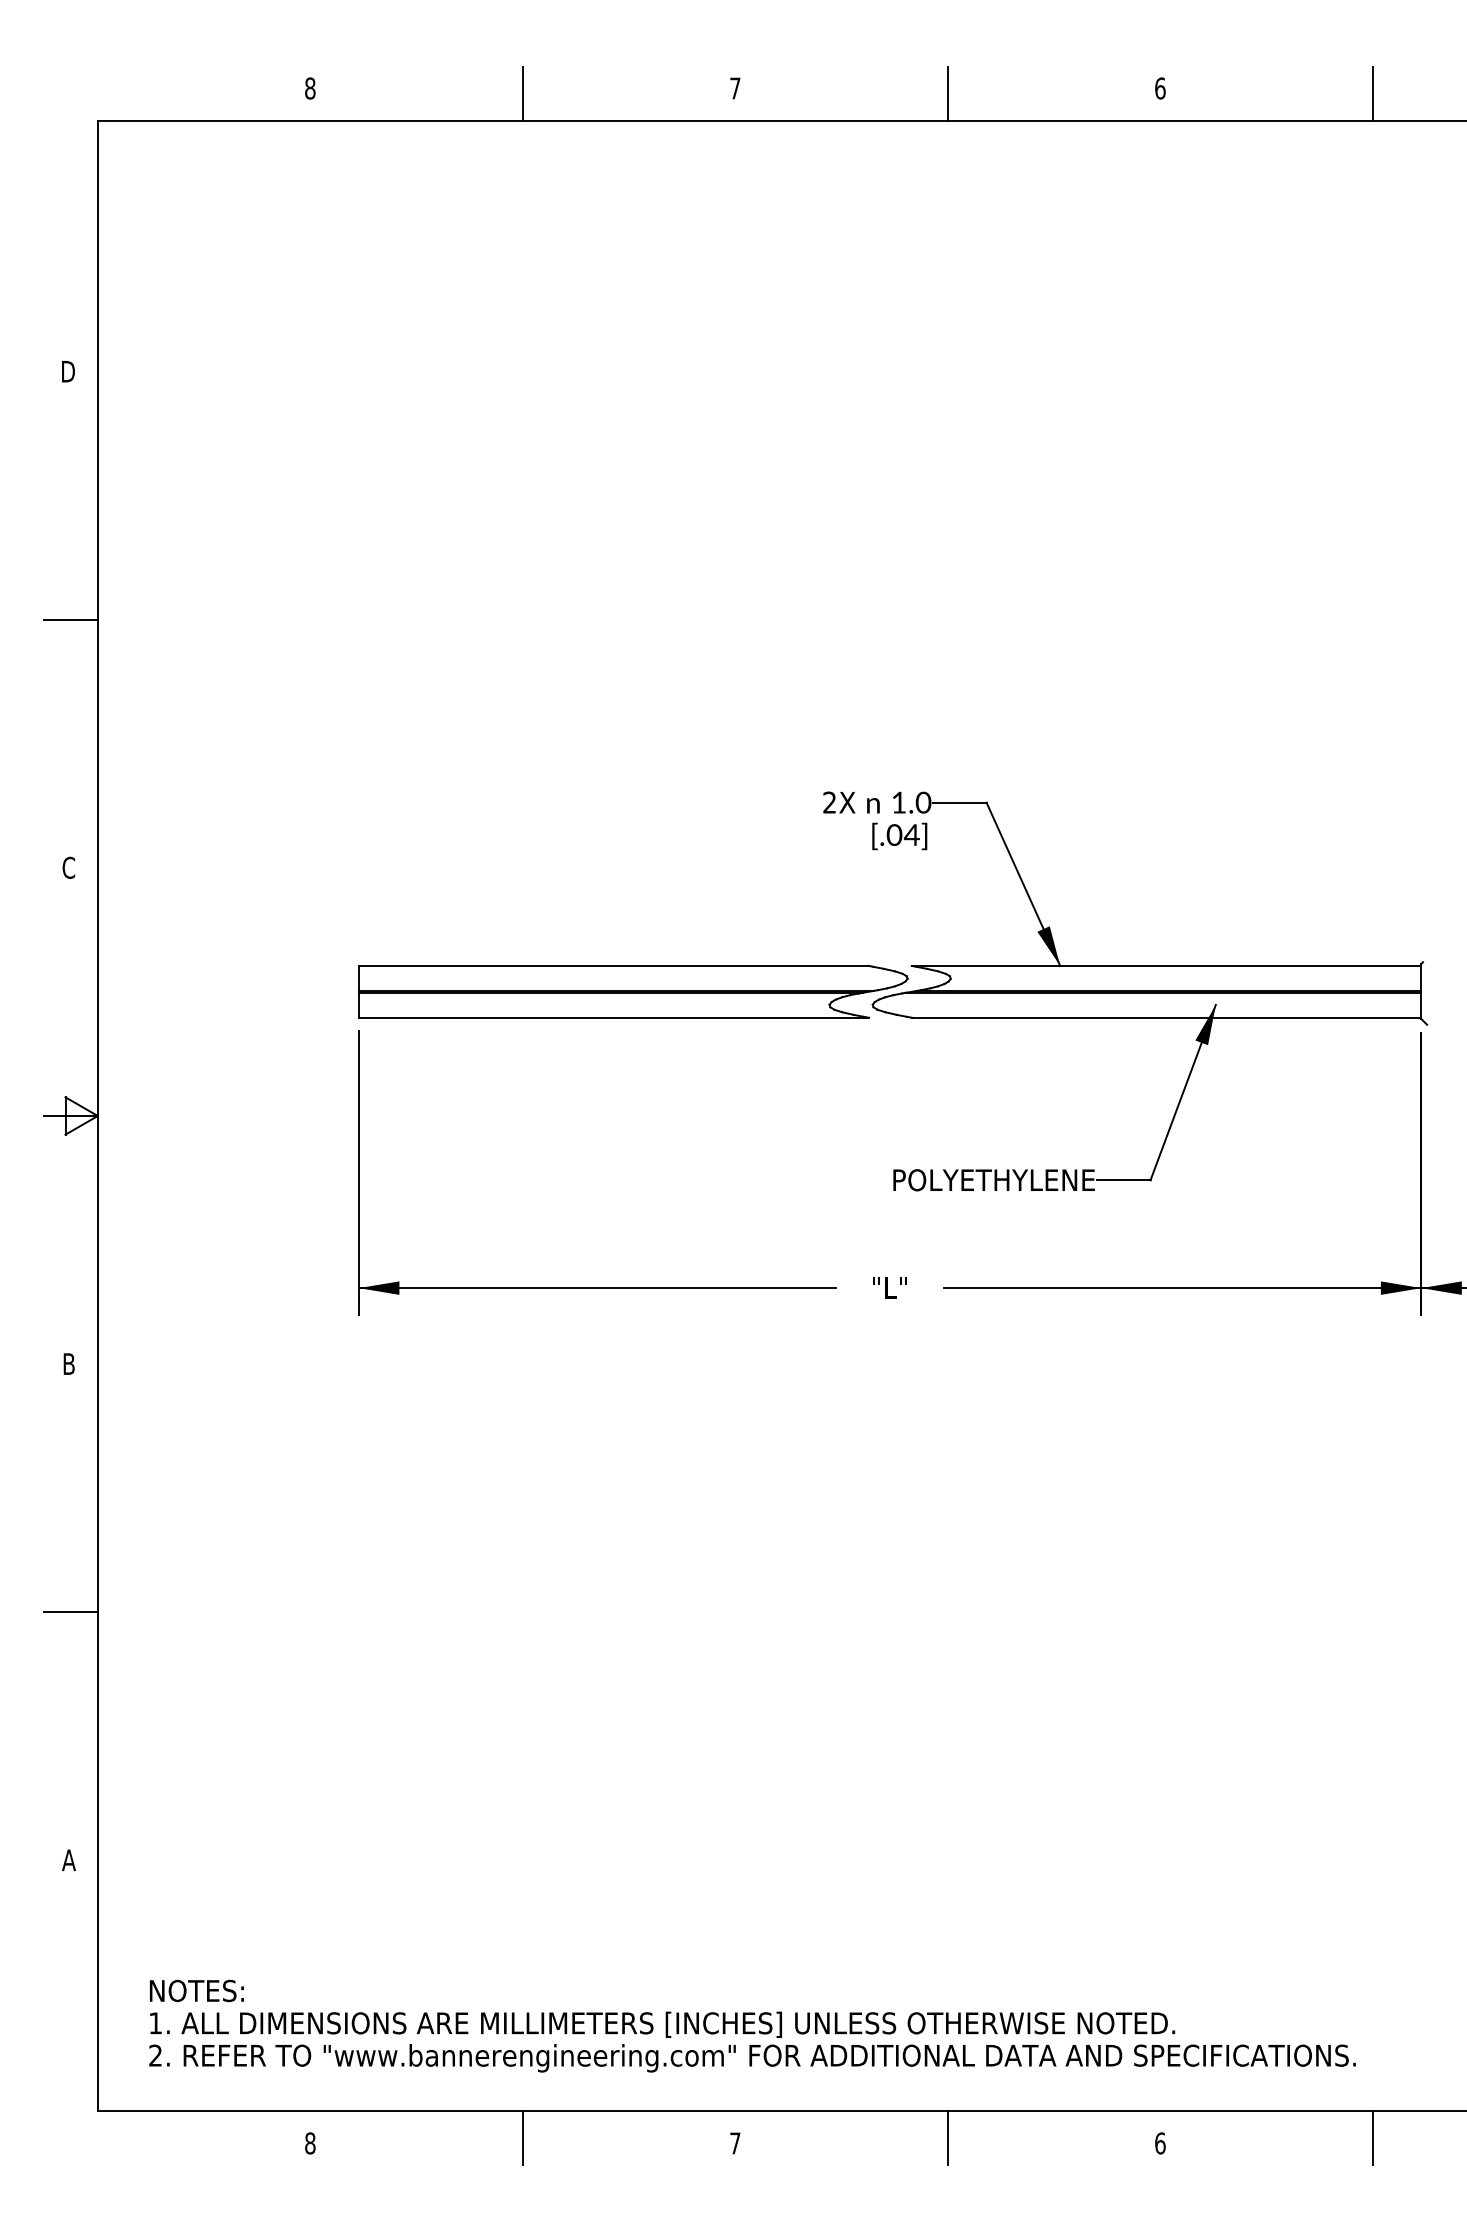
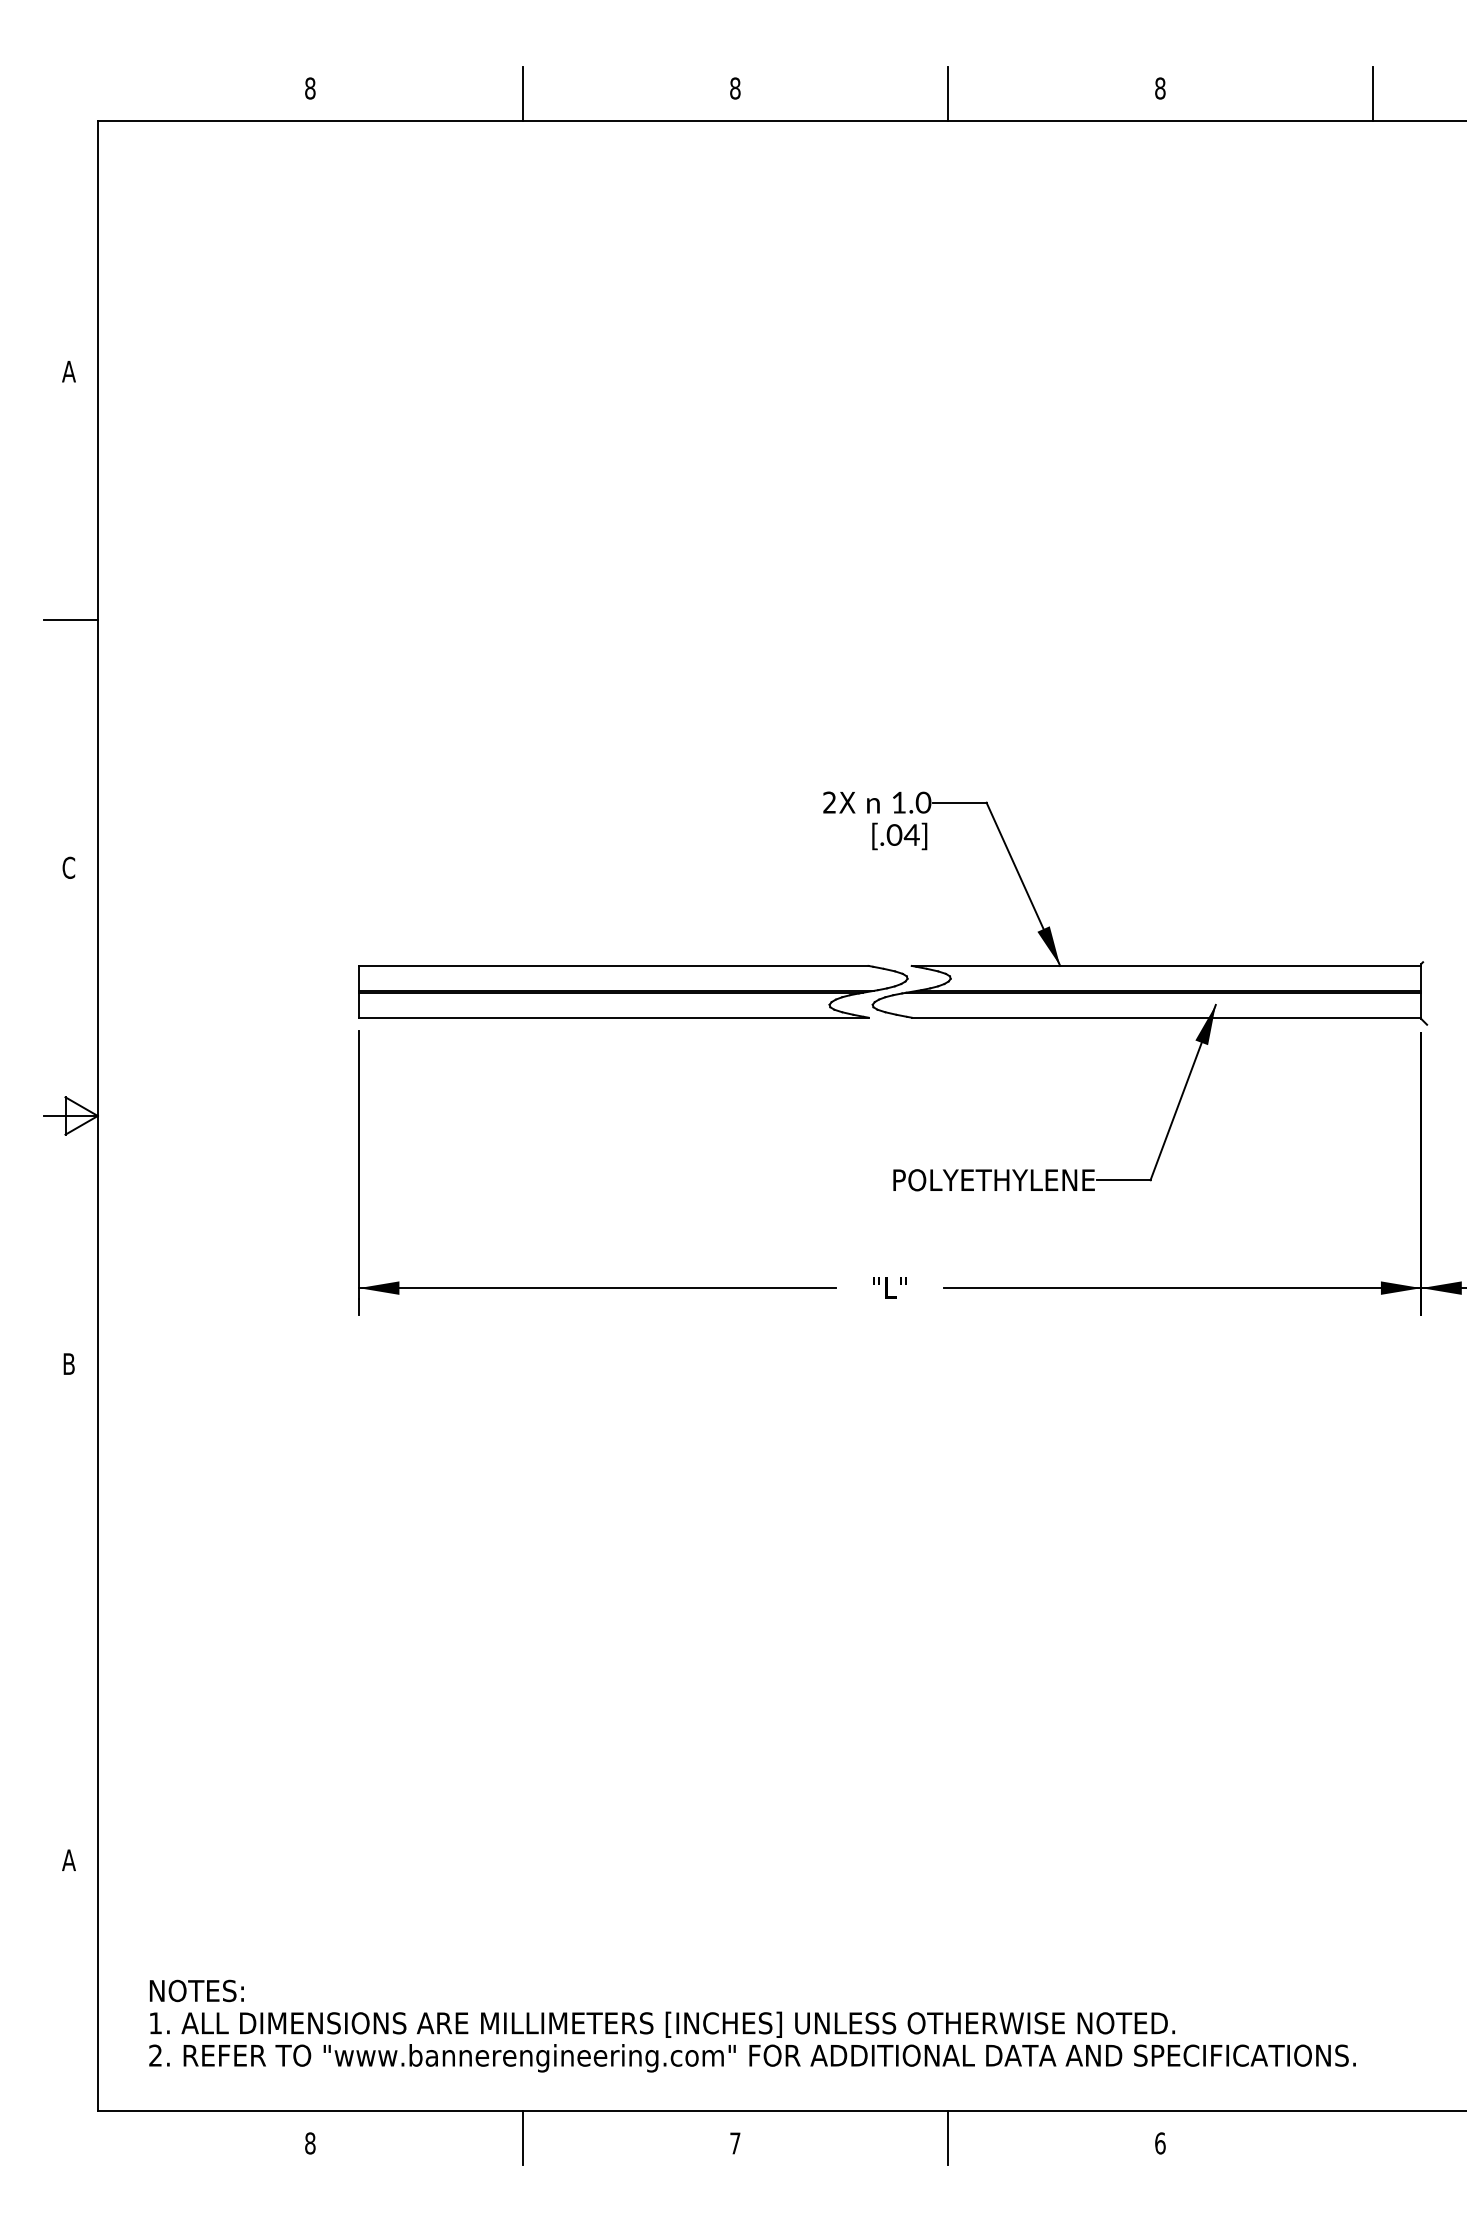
text at (735, 88): 7 -> 8
text at (1160, 88): 6 -> 8
text at (68, 371): D -> A
line at (70, 1612): present -> none
line at (1372, 2138): present -> none
